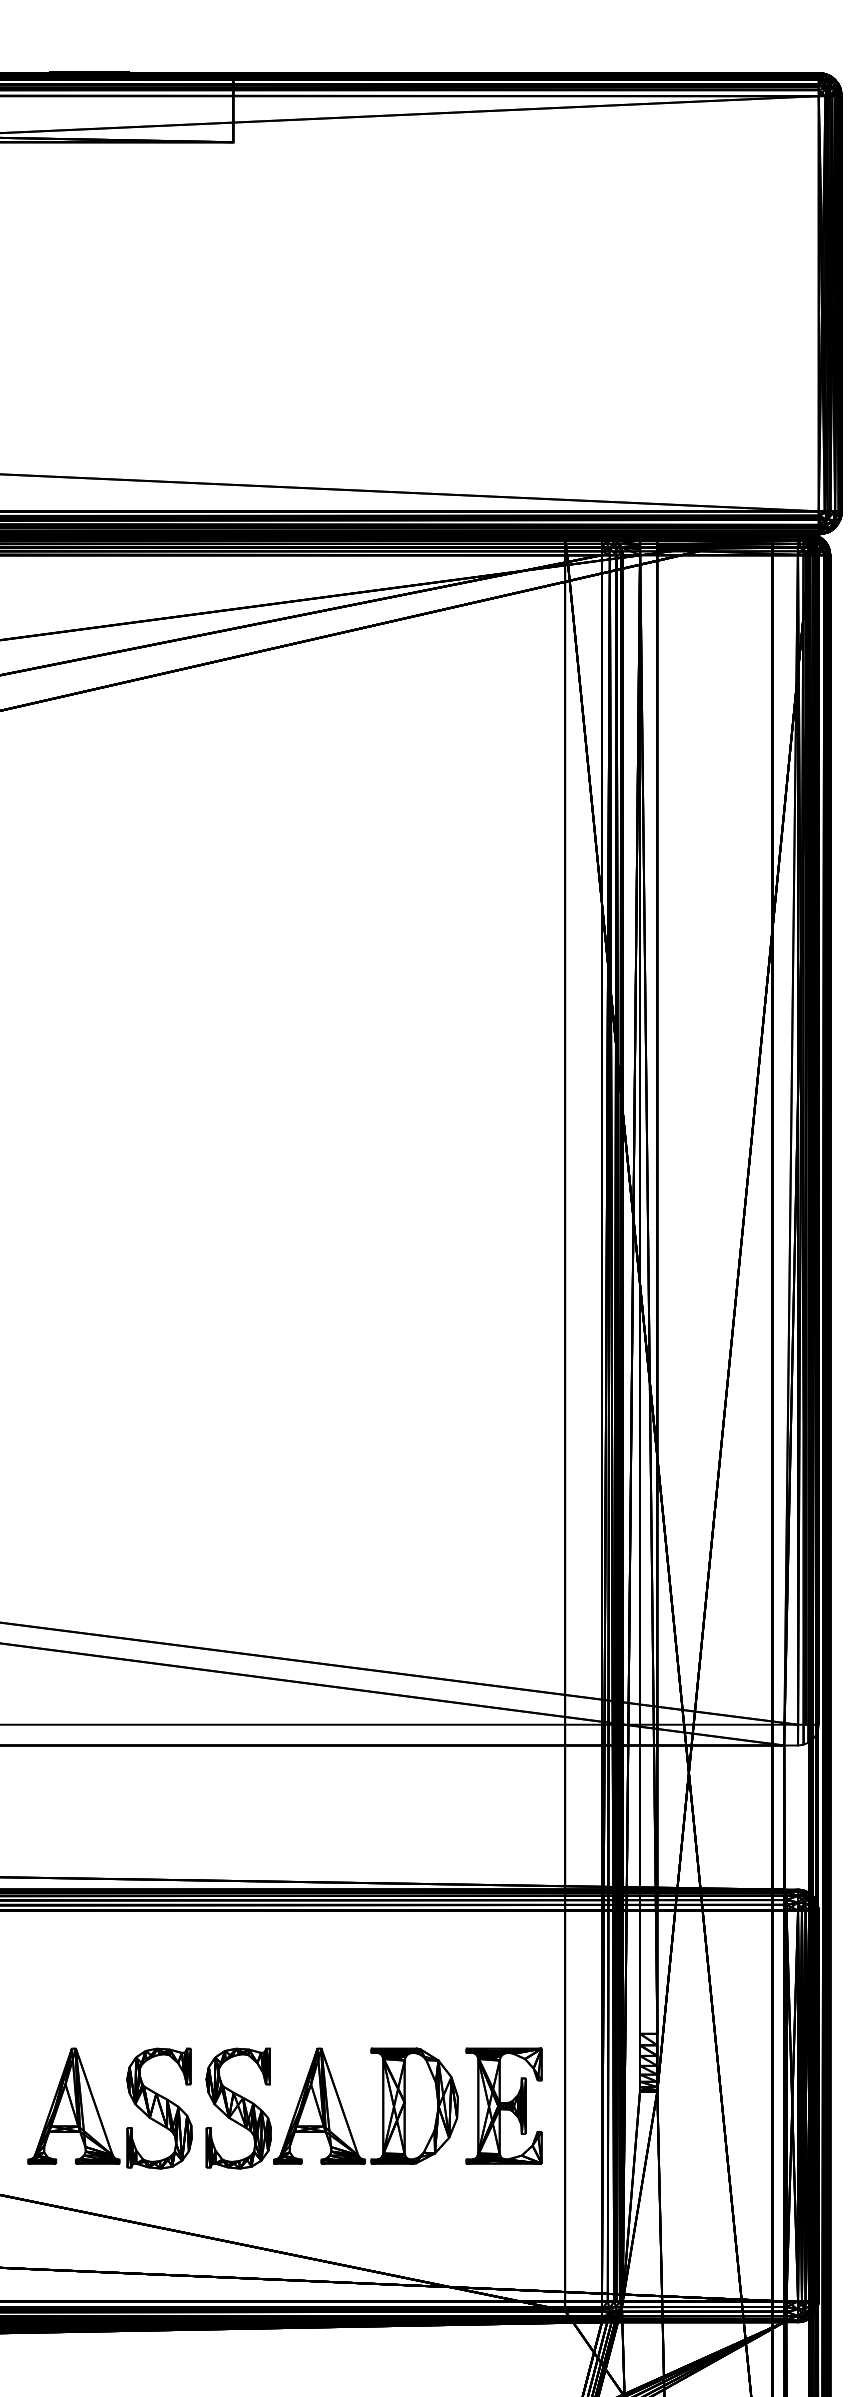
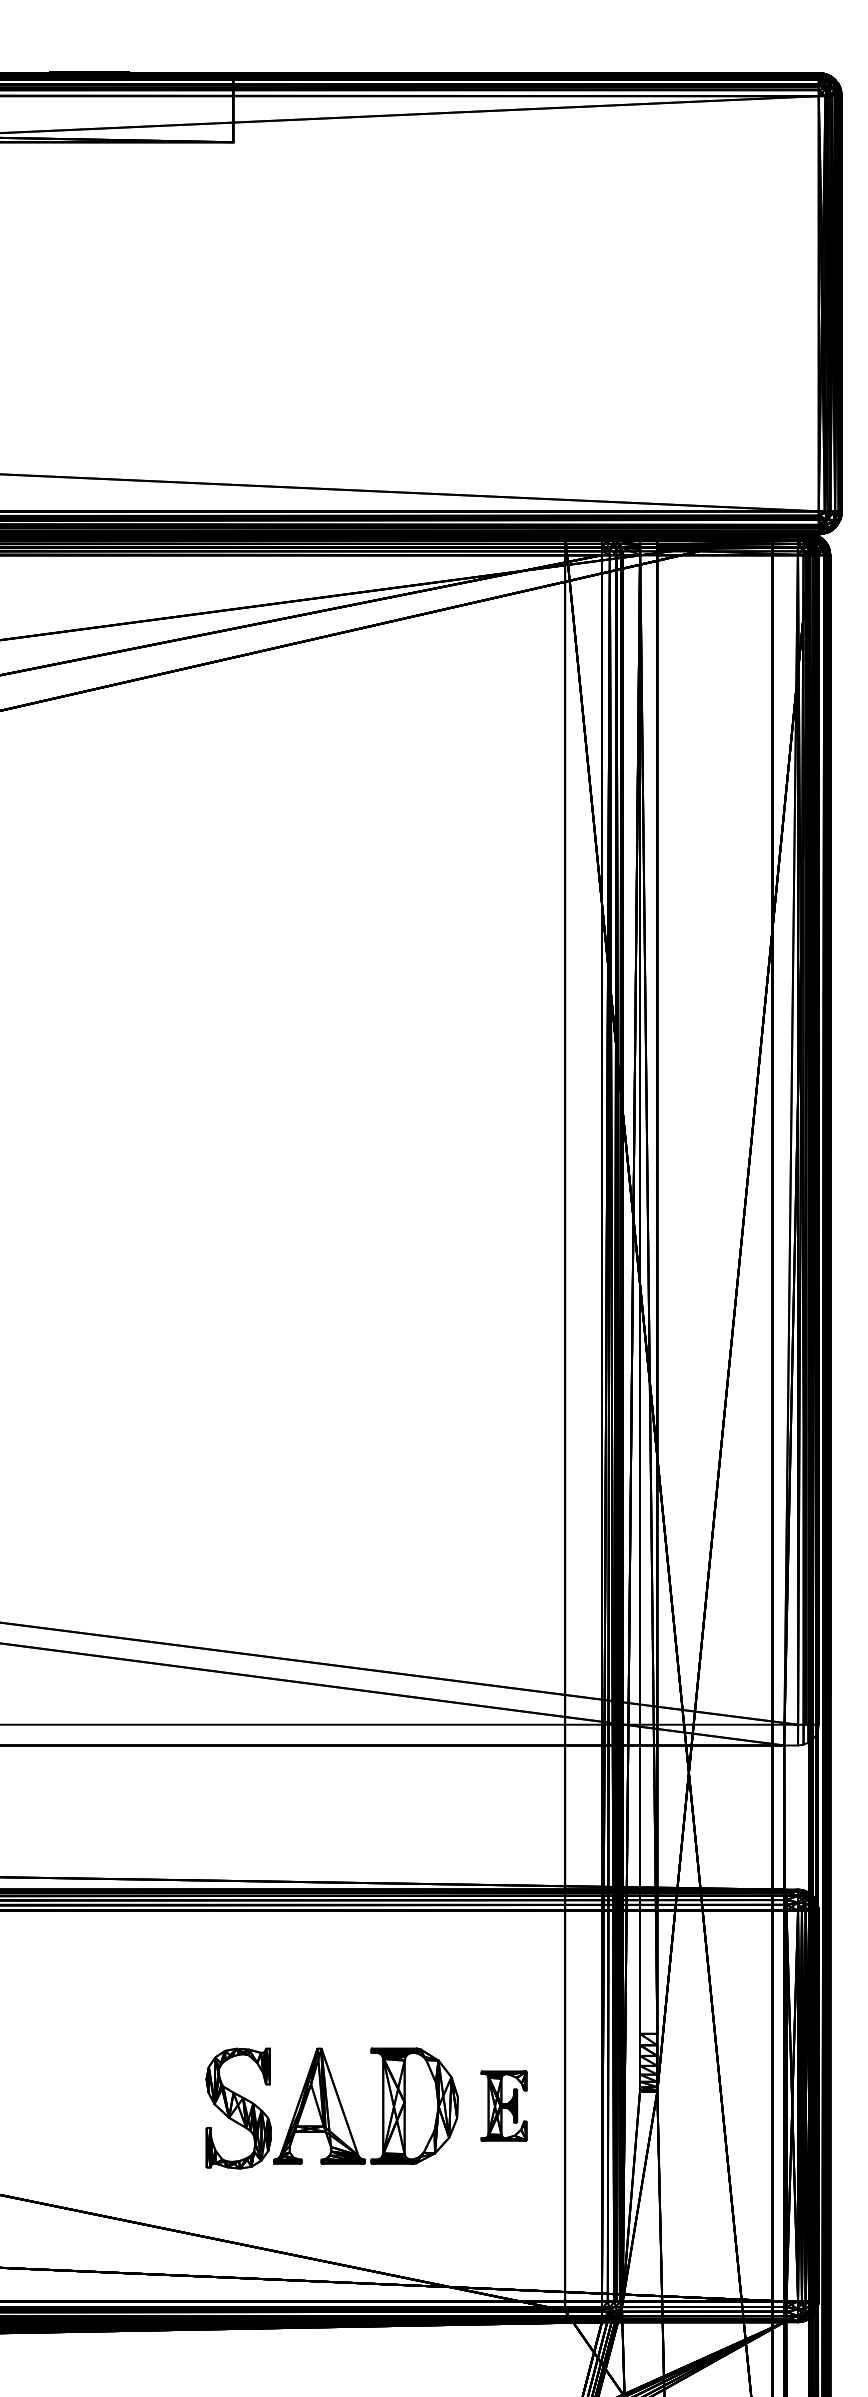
part at (503, 2105) size: 78x118 px -> 48x72 px
part at (98, 2110): present -> none
